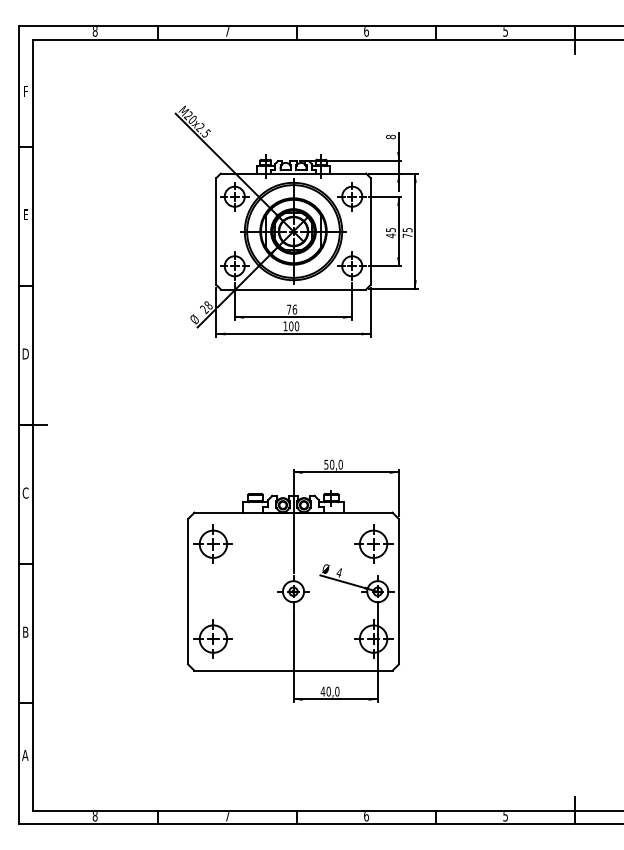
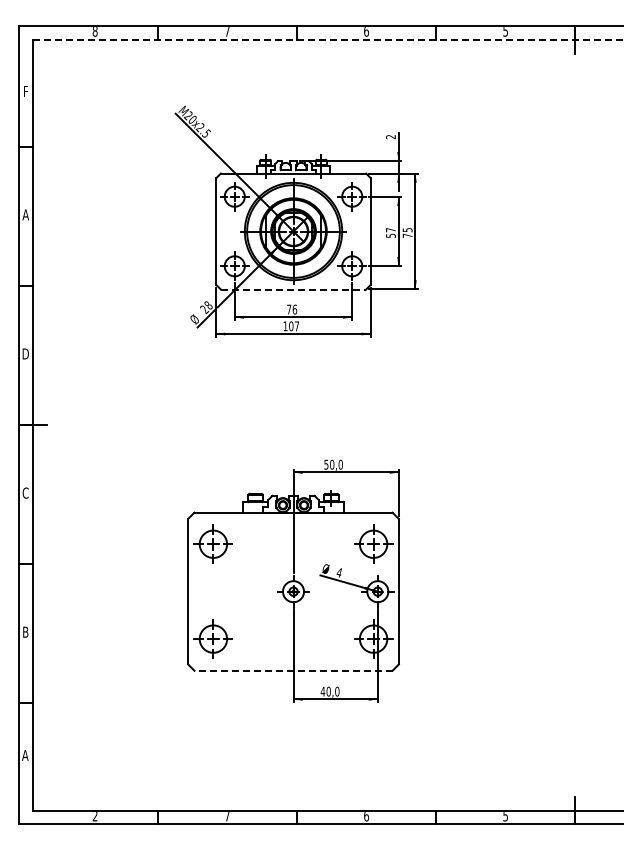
line at (328, 39): solid -> dashed
text at (390, 136): 8 -> 2
text at (25, 214): E -> A
text at (390, 233): 45 -> 57
line at (293, 289): solid -> dashed
text at (296, 326): 100 -> 107
line at (293, 670): solid -> dashed
text at (94, 816): 8 -> 2
